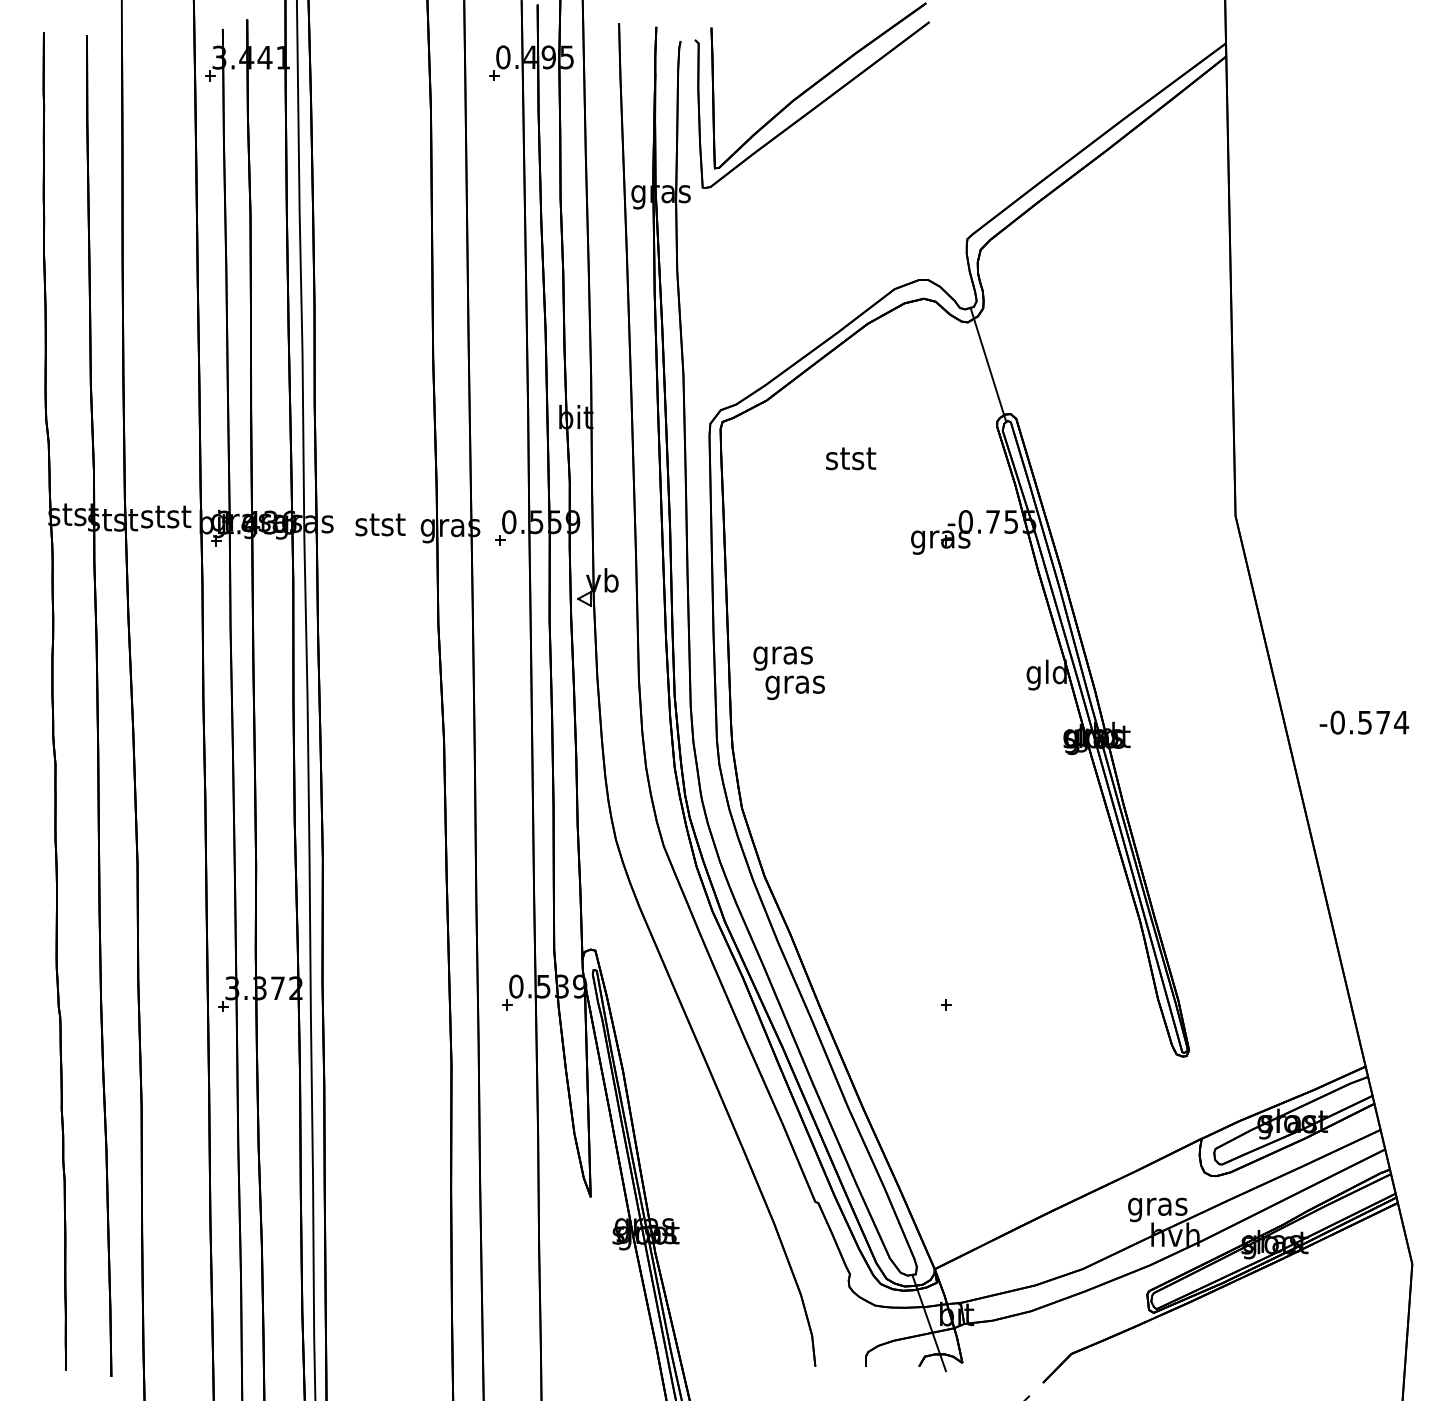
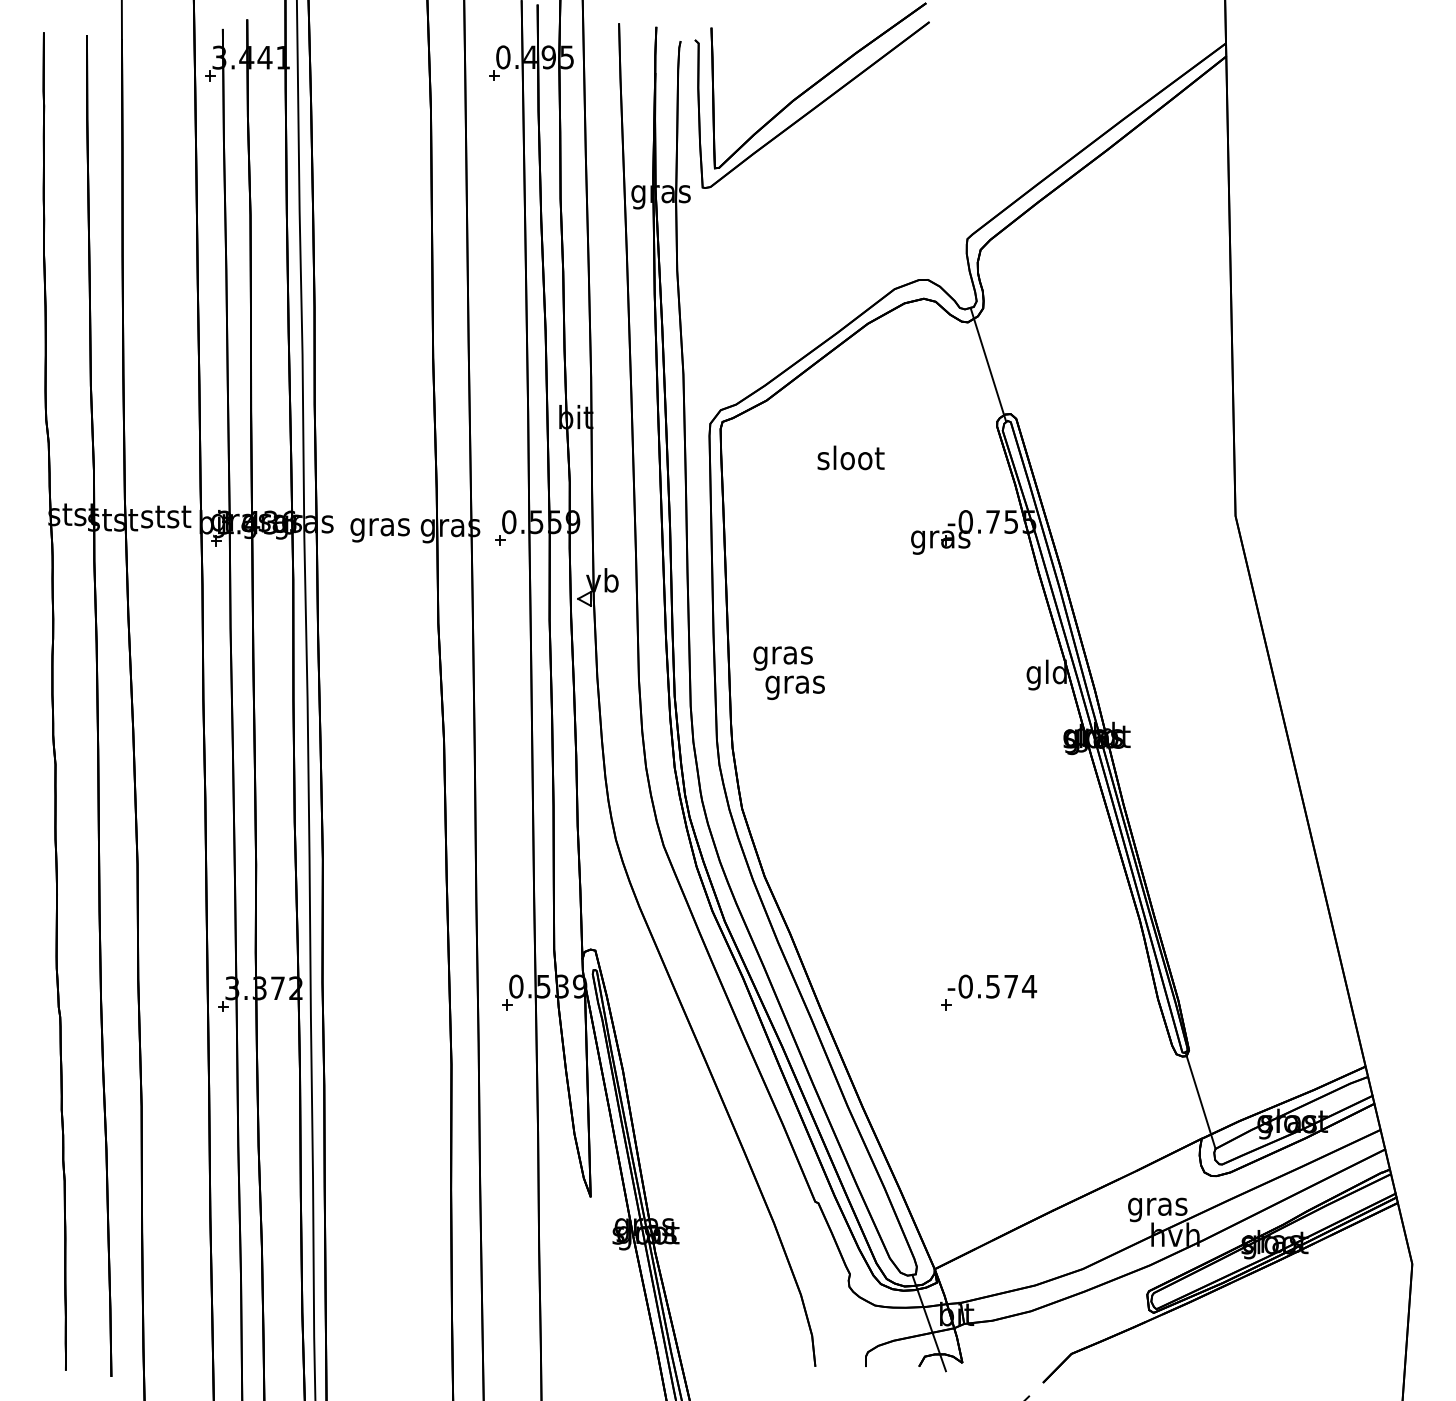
text at (850, 457): stst -> sloot
text at (379, 527): stst -> gras
text at (1364, 722) position: (1364, 722) -> (992, 986)
line at (1200, 1100): none -> present
